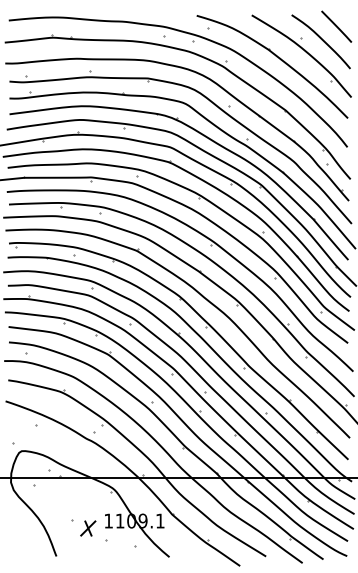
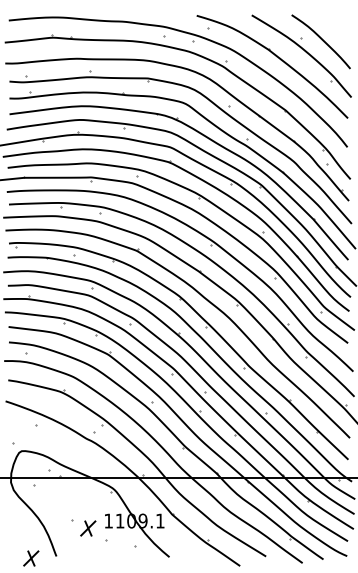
line at (336, 26): present -> none
part at (31, 558): none -> present
